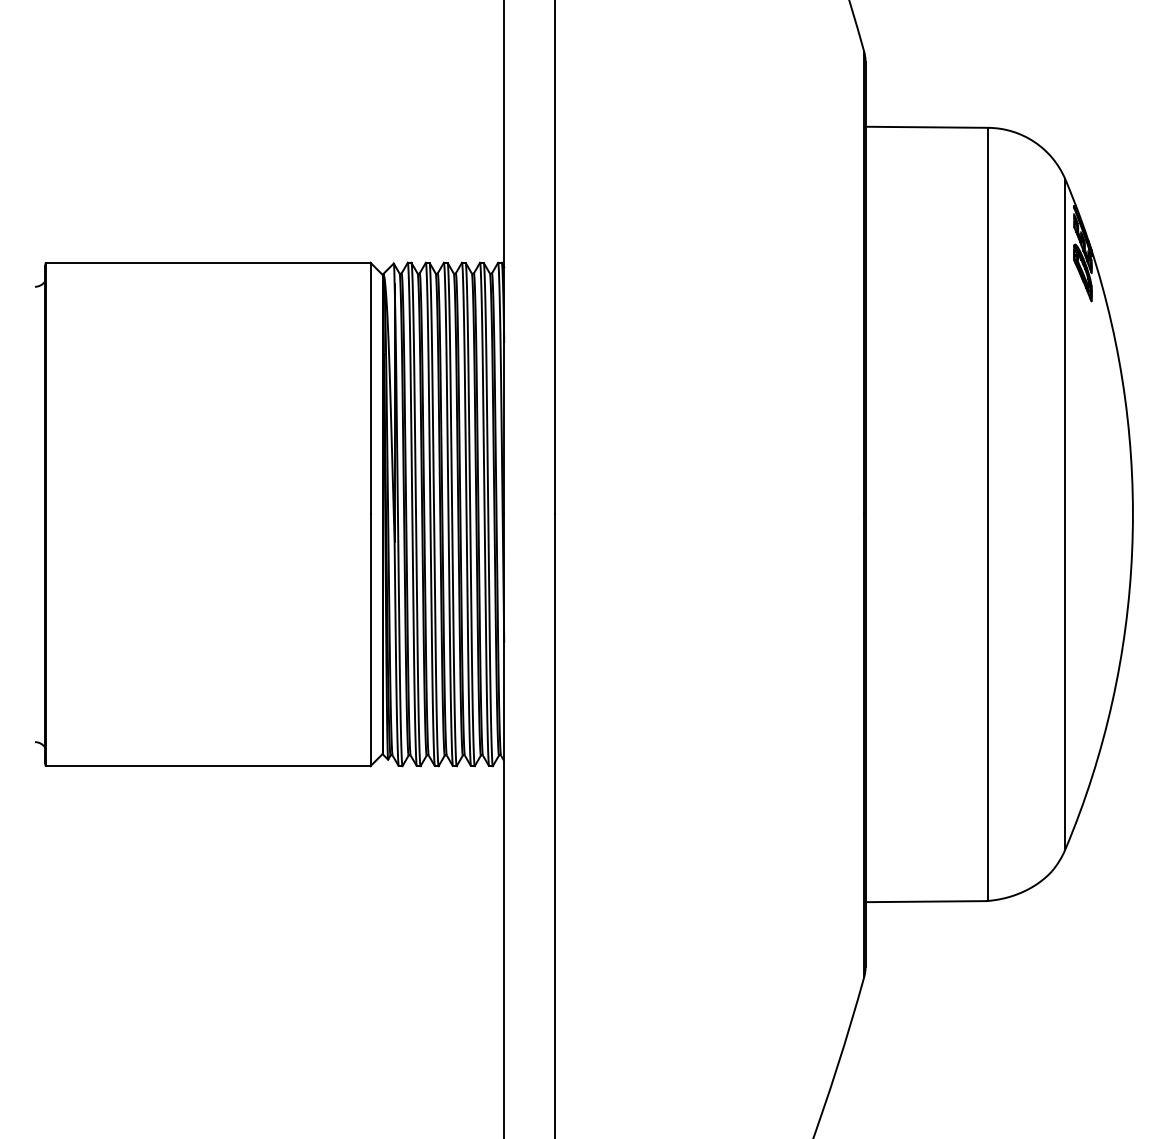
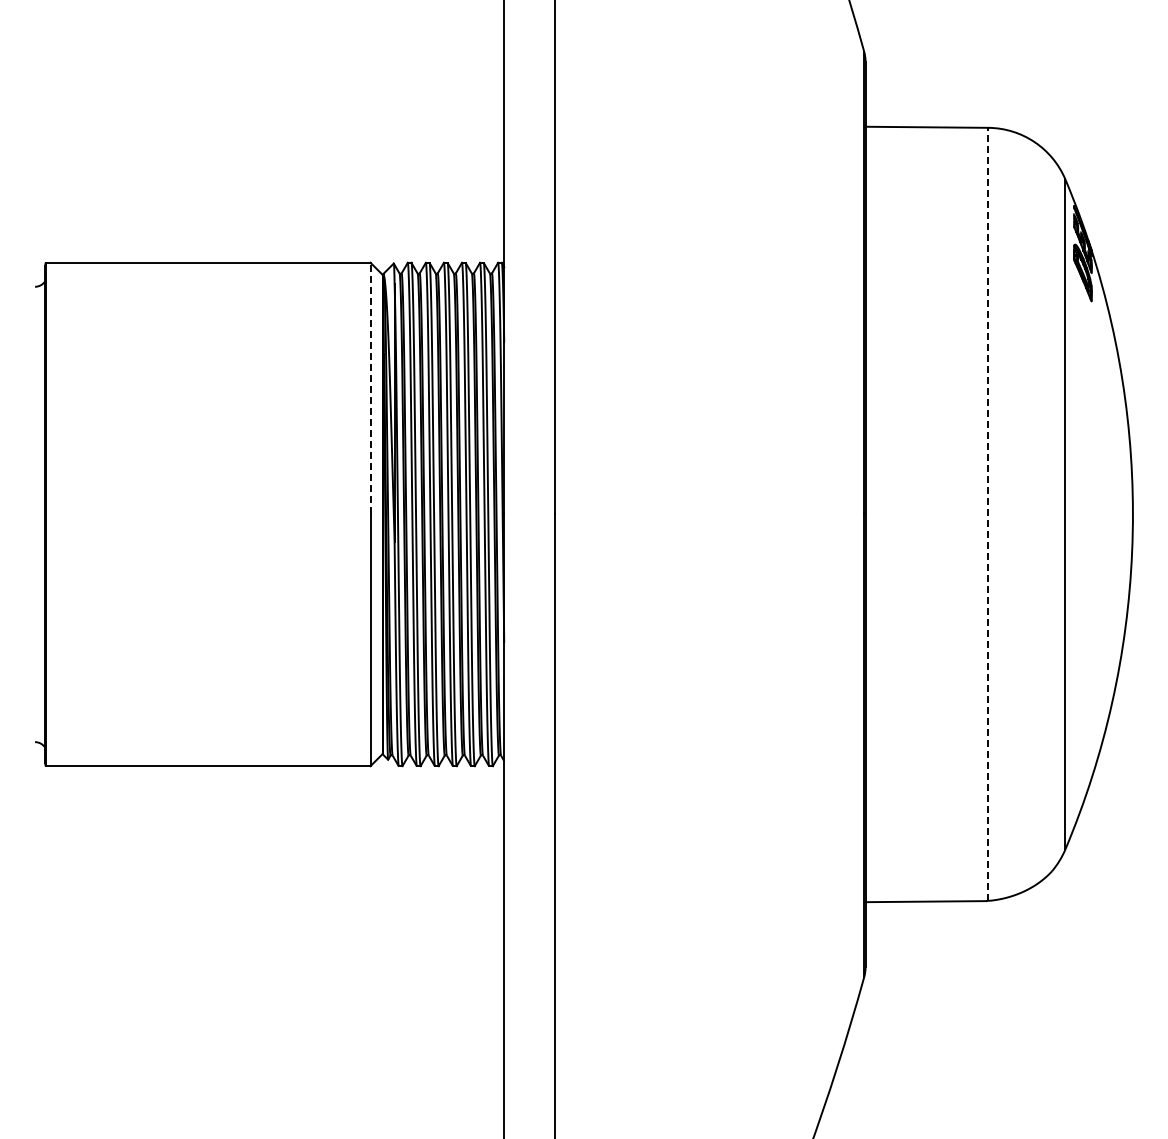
line at (370, 388): solid -> dashed
line at (988, 514): solid -> dashed
